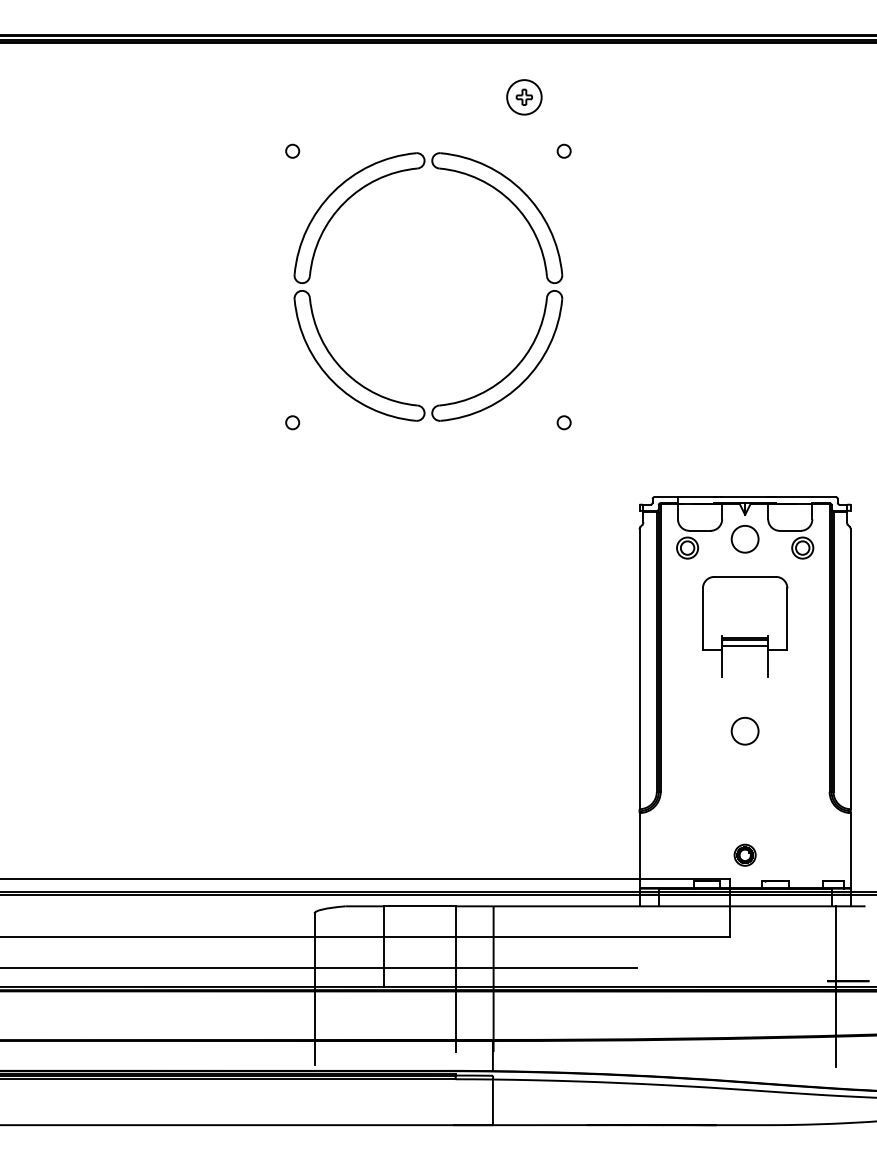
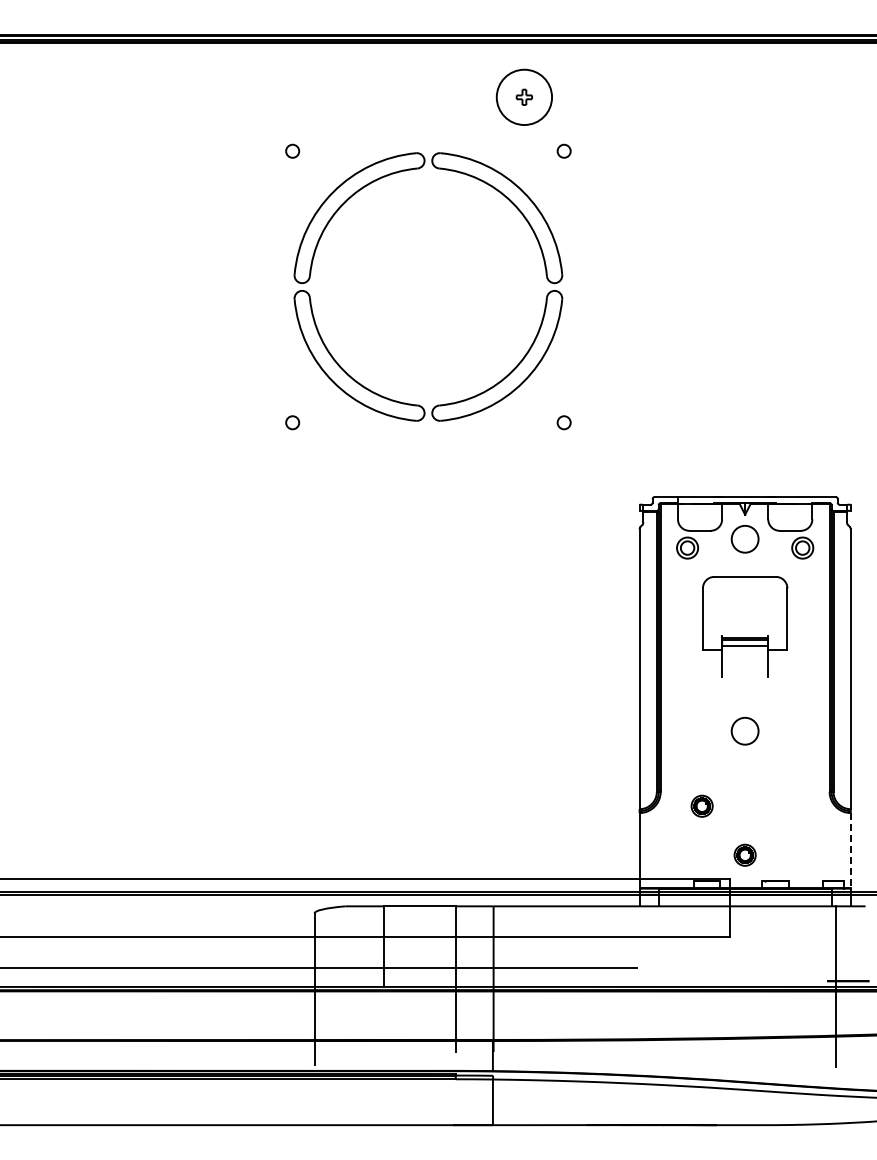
circle at (524, 97) diameter: 35 px -> 55 px
part at (701, 805): none -> present
line at (850, 850): solid -> dashed
